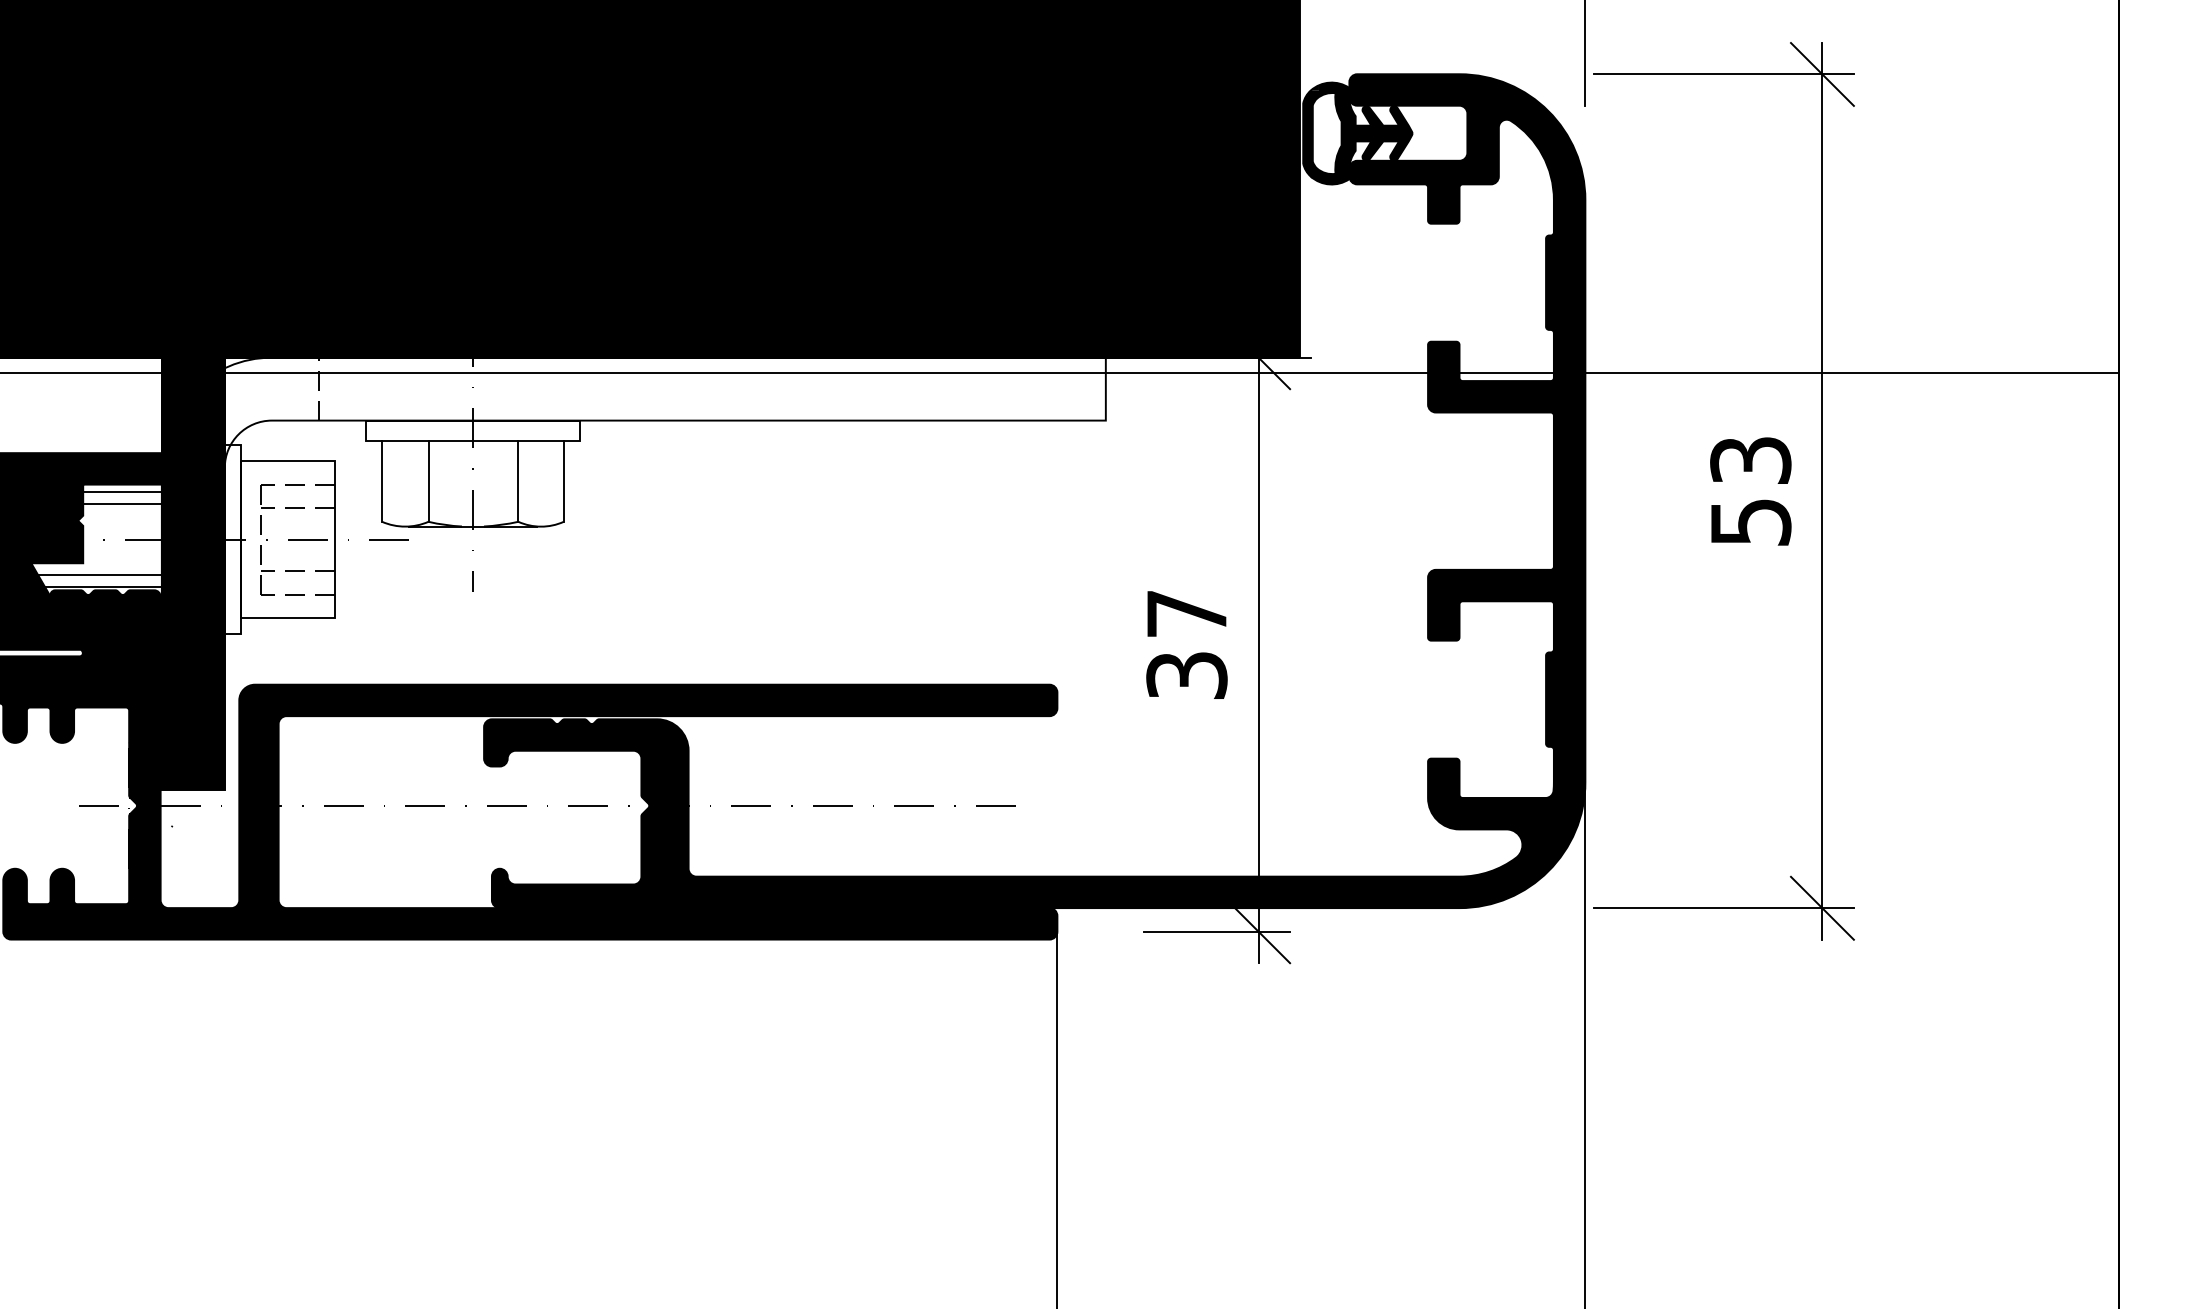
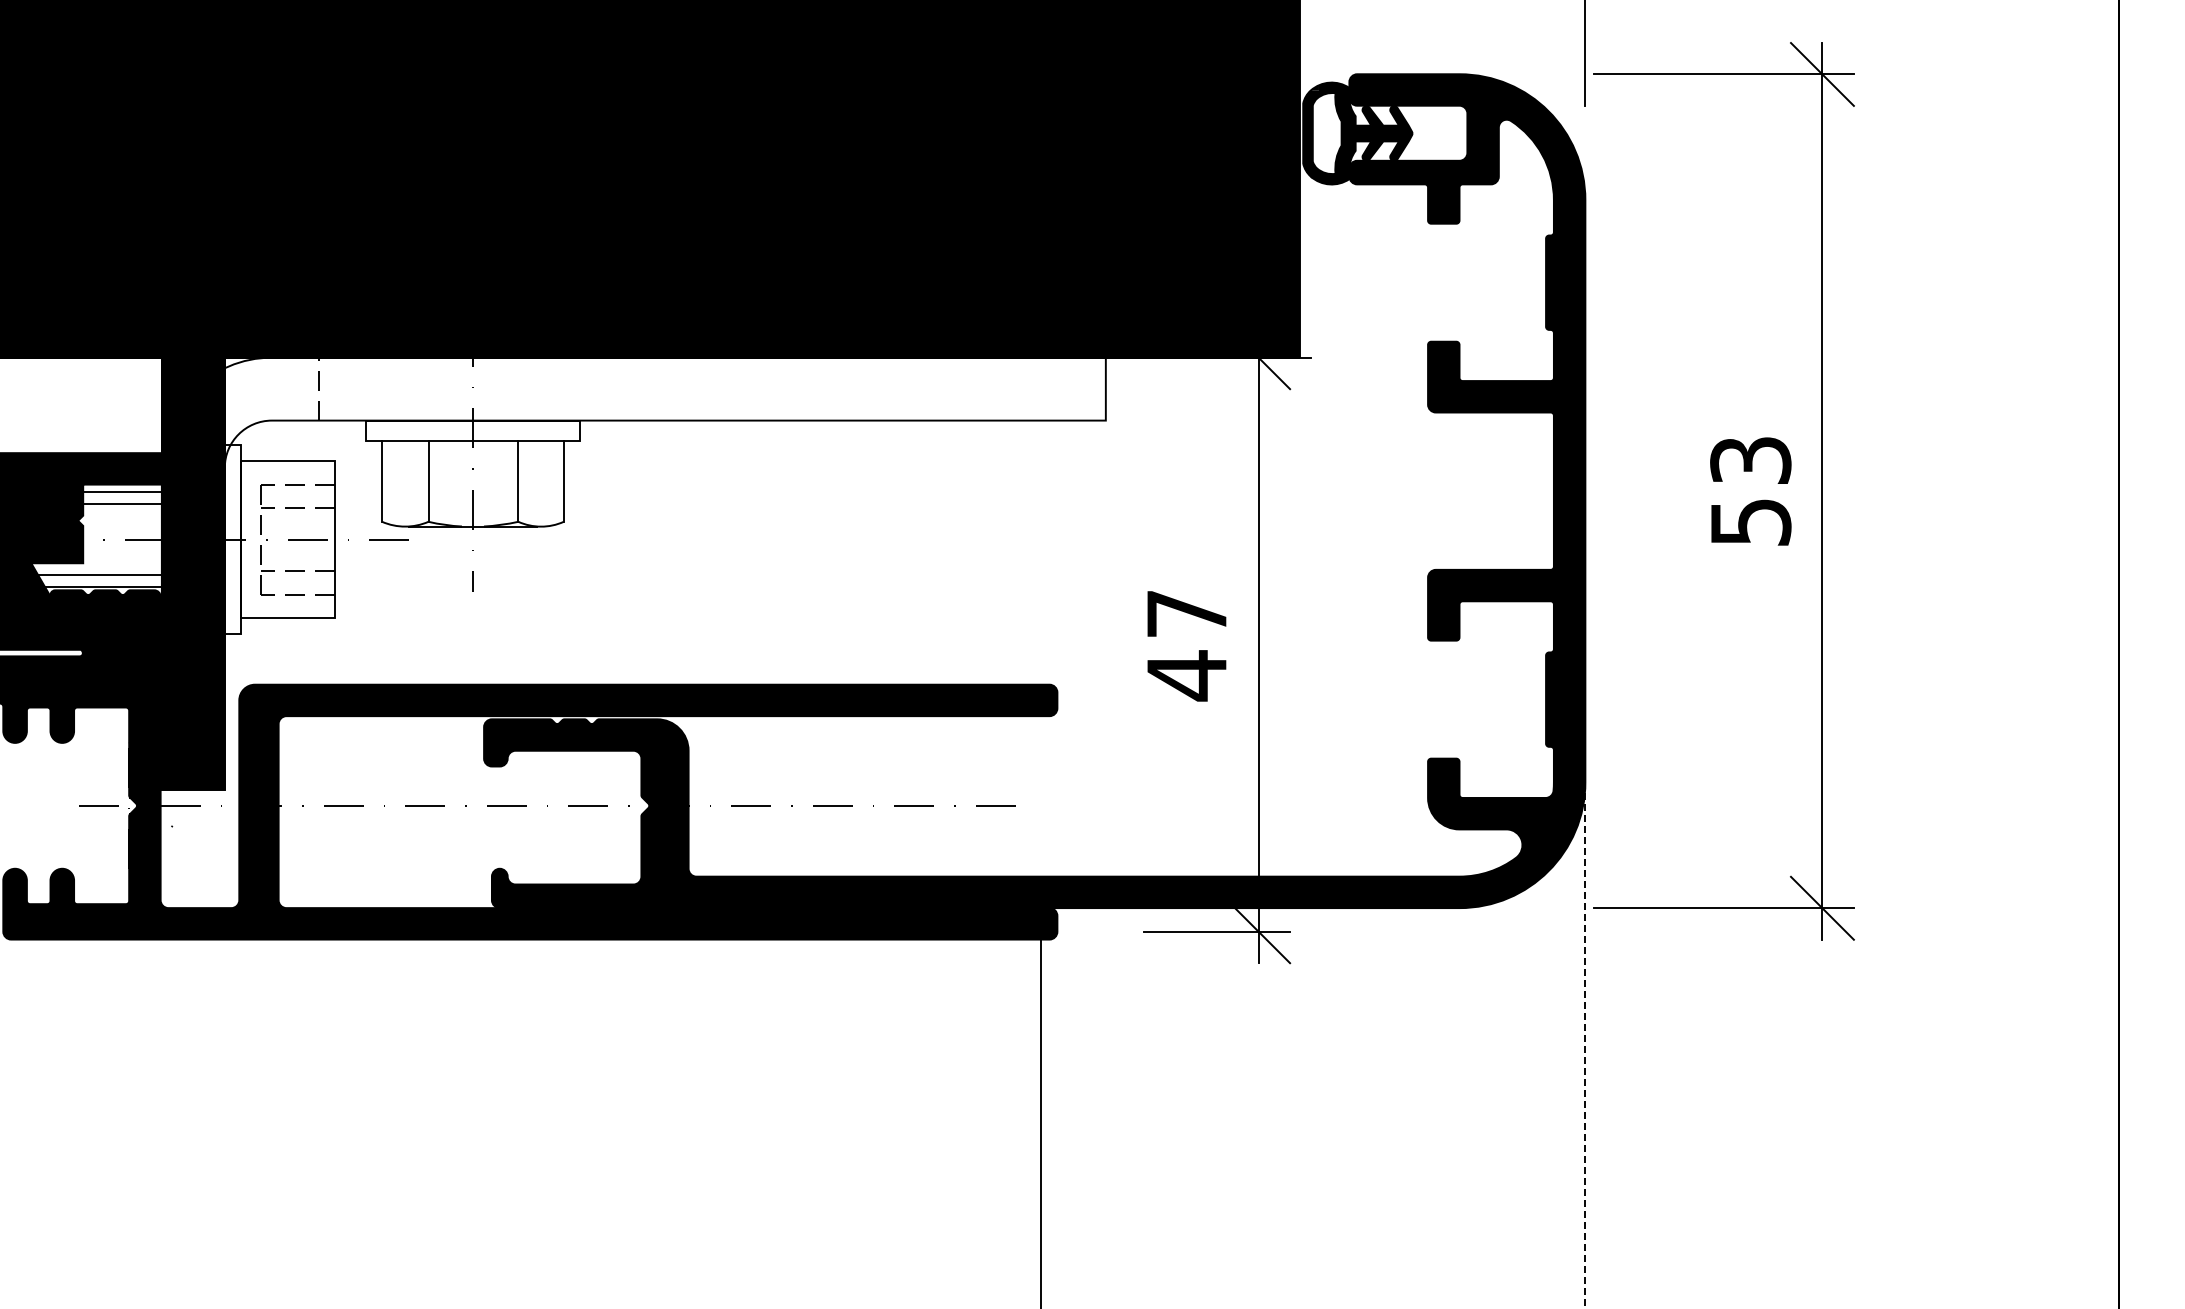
line at (1060, 373): present -> none
text at (1186, 675): 37 -> 47
line at (1585, 1045): solid -> dashed
line at (1057, 1118) position: (1057, 1118) -> (1041, 1118)
